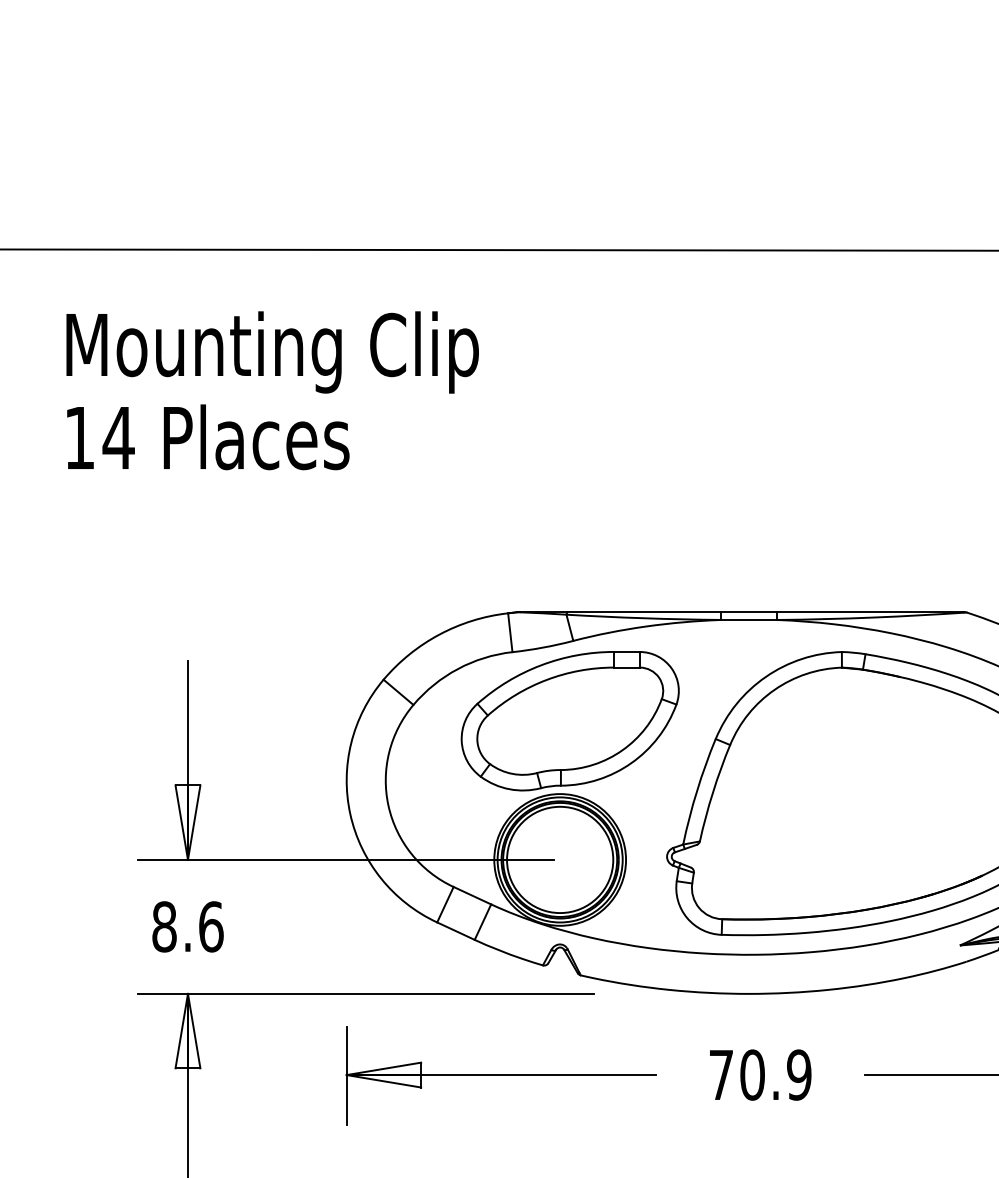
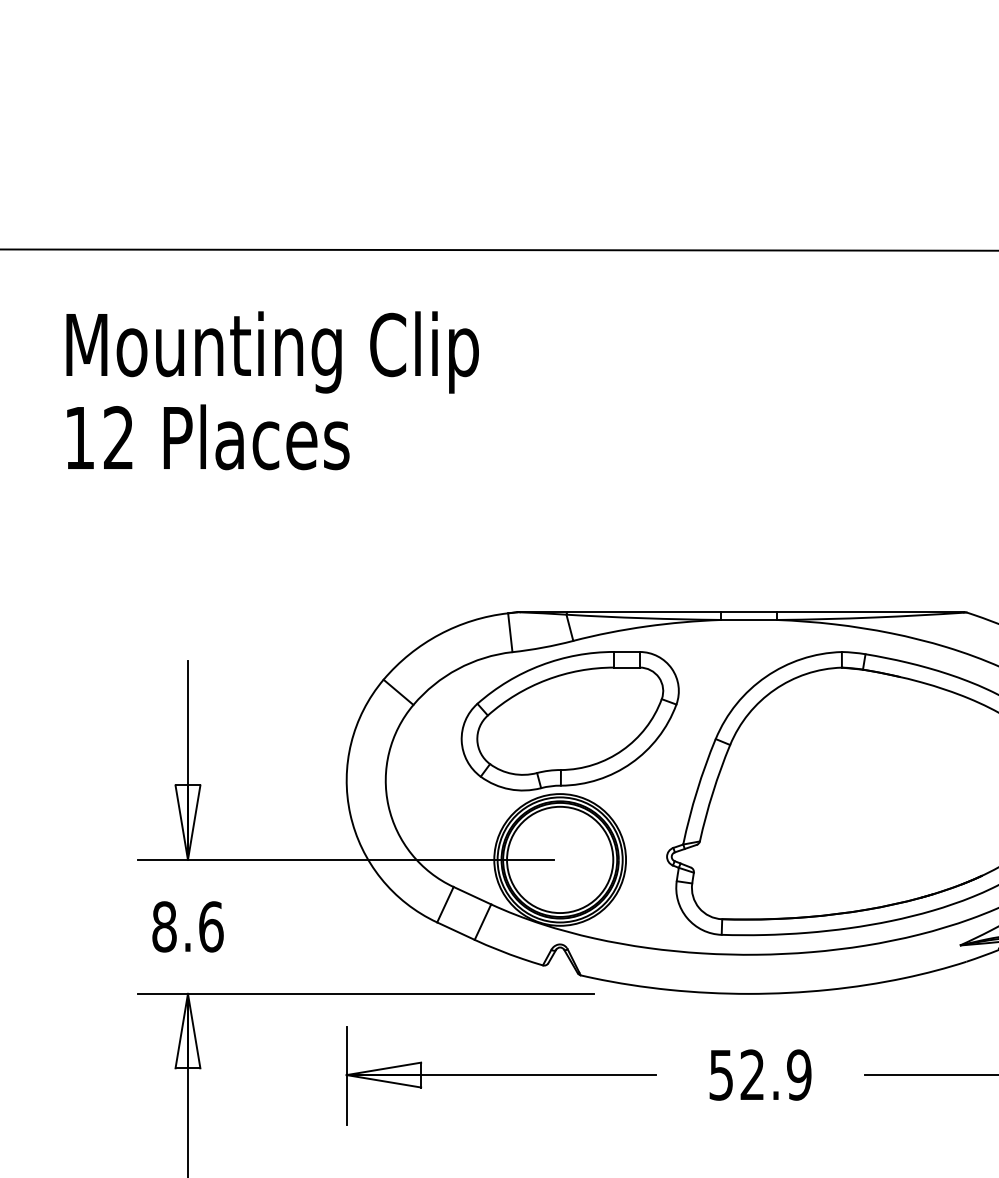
text at (118, 437): 14 -> 12
text at (736, 1074): 70.9 -> 52.9
